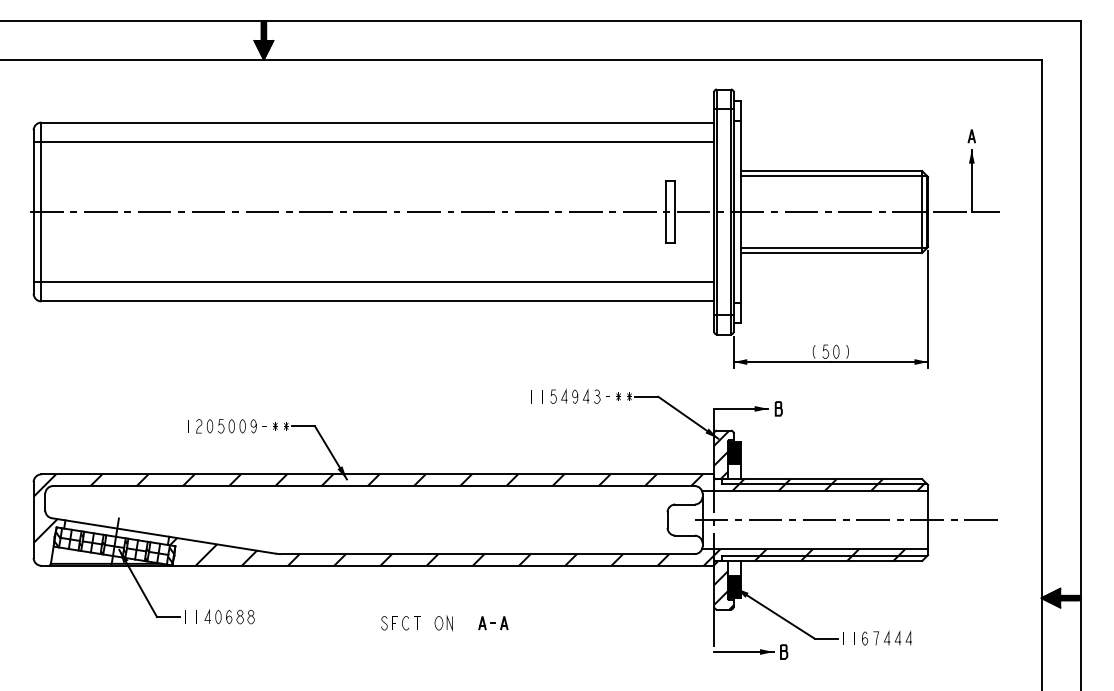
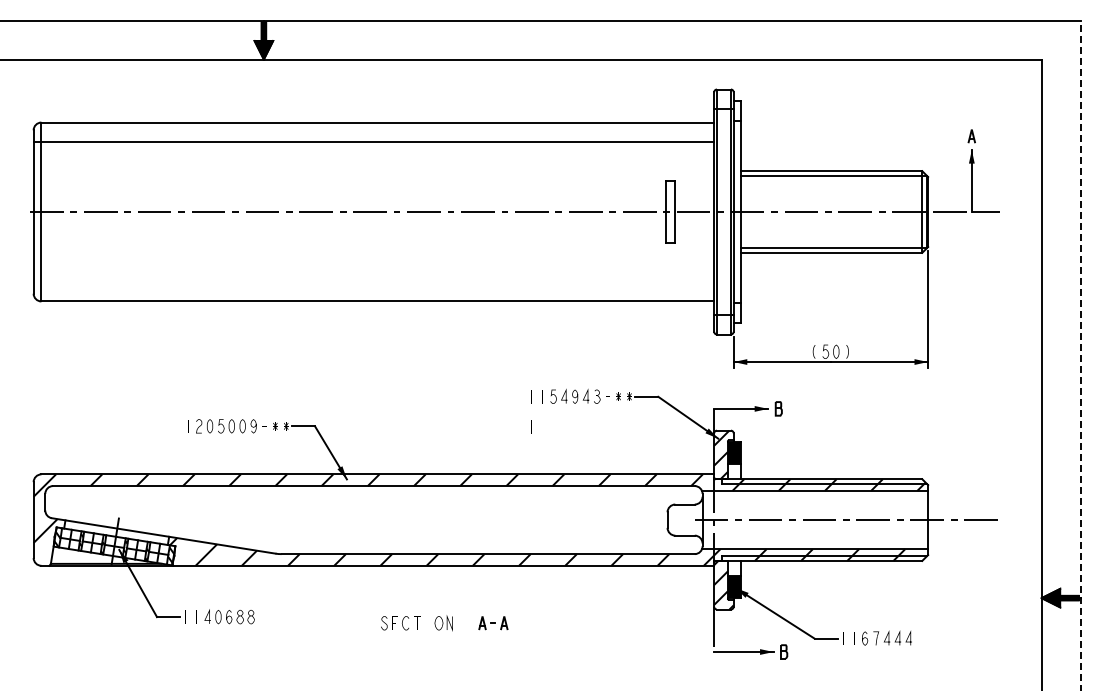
line at (373, 282): present -> none
line at (1080, 355): solid -> dashed
line at (531, 426): none -> present
